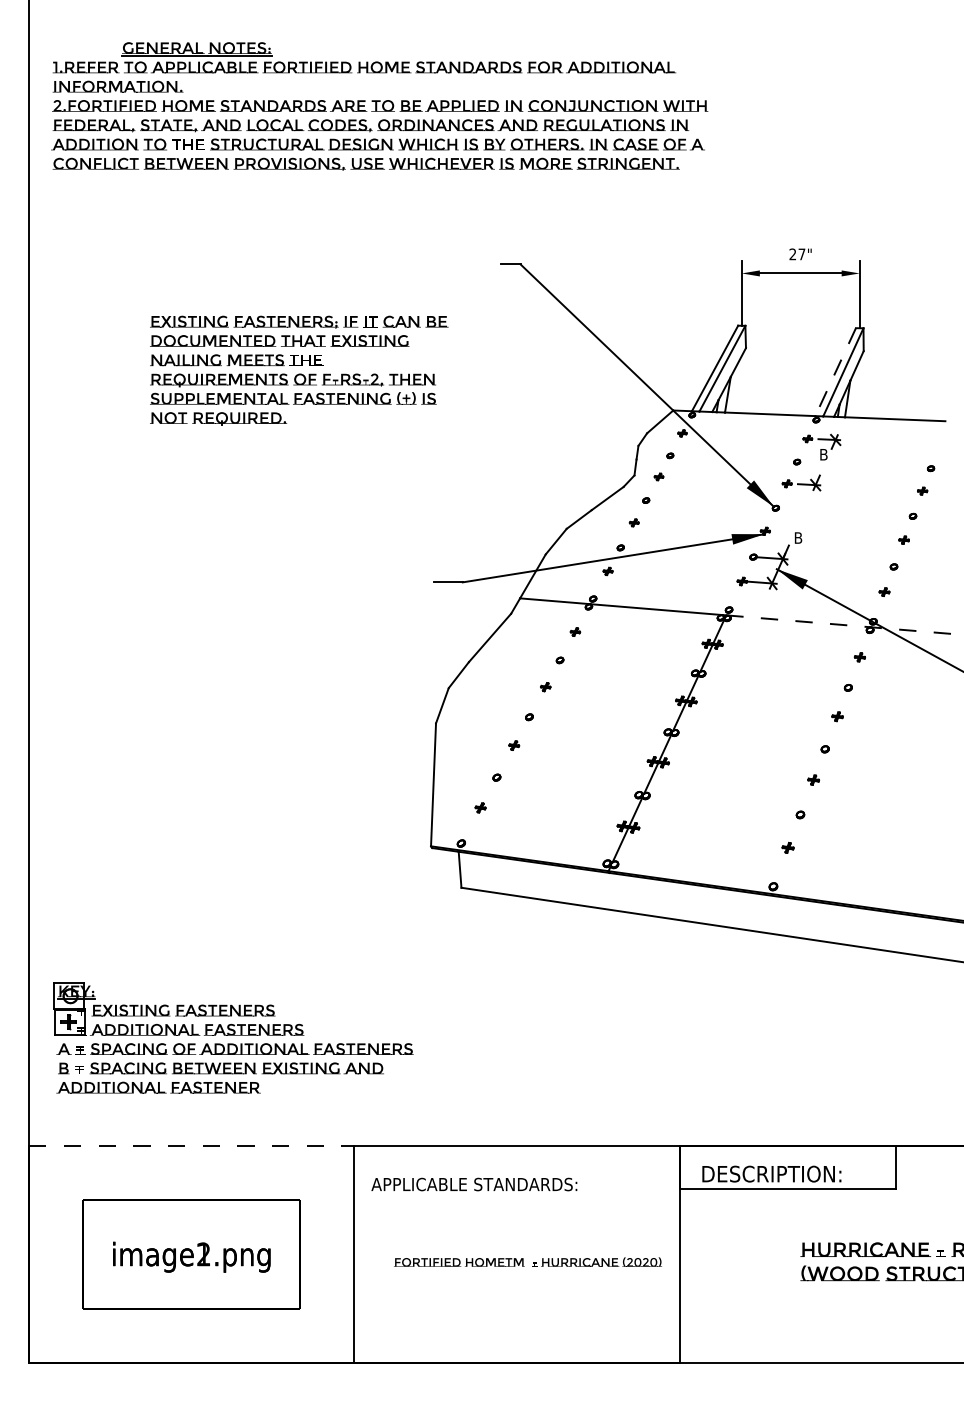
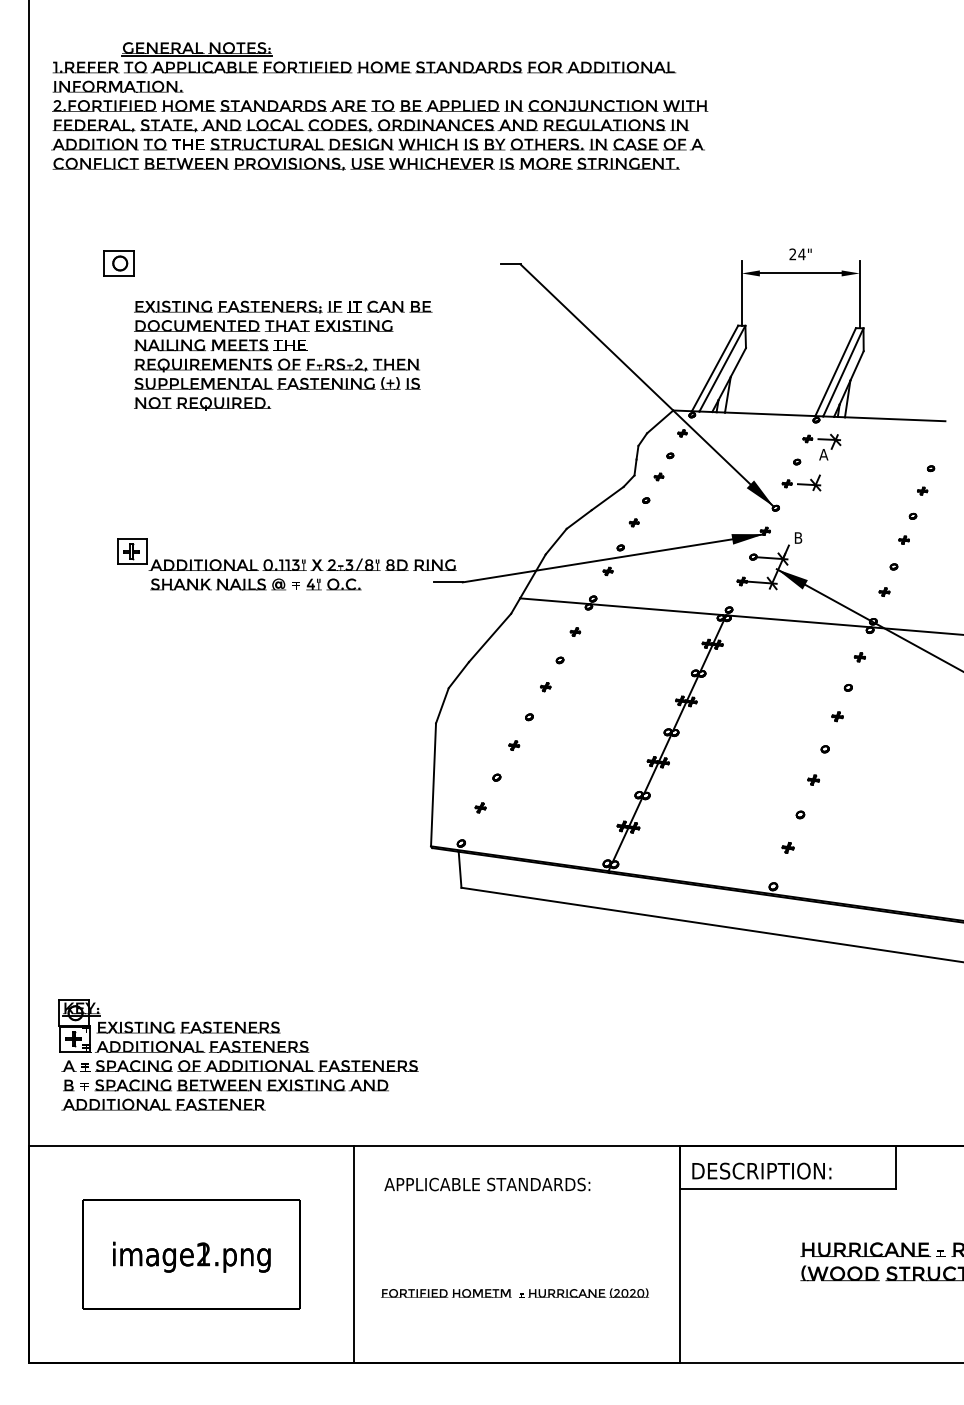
text at (801, 254): 27" -> 24"
part at (118, 263): none -> present
text at (299, 370) position: (299, 370) -> (283, 355)
line at (835, 372): dashed -> solid
text at (823, 454): B -> A
part at (286, 564): none -> present
line at (845, 625): dashed -> solid
part at (233, 1037) position: (233, 1037) -> (238, 1054)
line at (191, 1146): dashed -> solid
text at (771, 1173) position: (771, 1173) -> (761, 1170)
text at (474, 1184) position: (474, 1184) -> (487, 1184)
text at (527, 1261) position: (527, 1261) -> (514, 1292)
